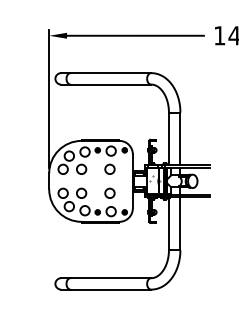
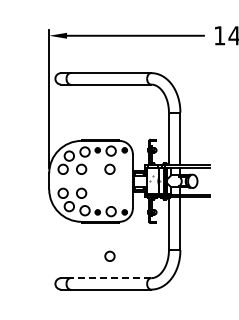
circle at (109, 192) position: (109, 192) -> (109, 255)
line at (110, 278): solid -> dashed
